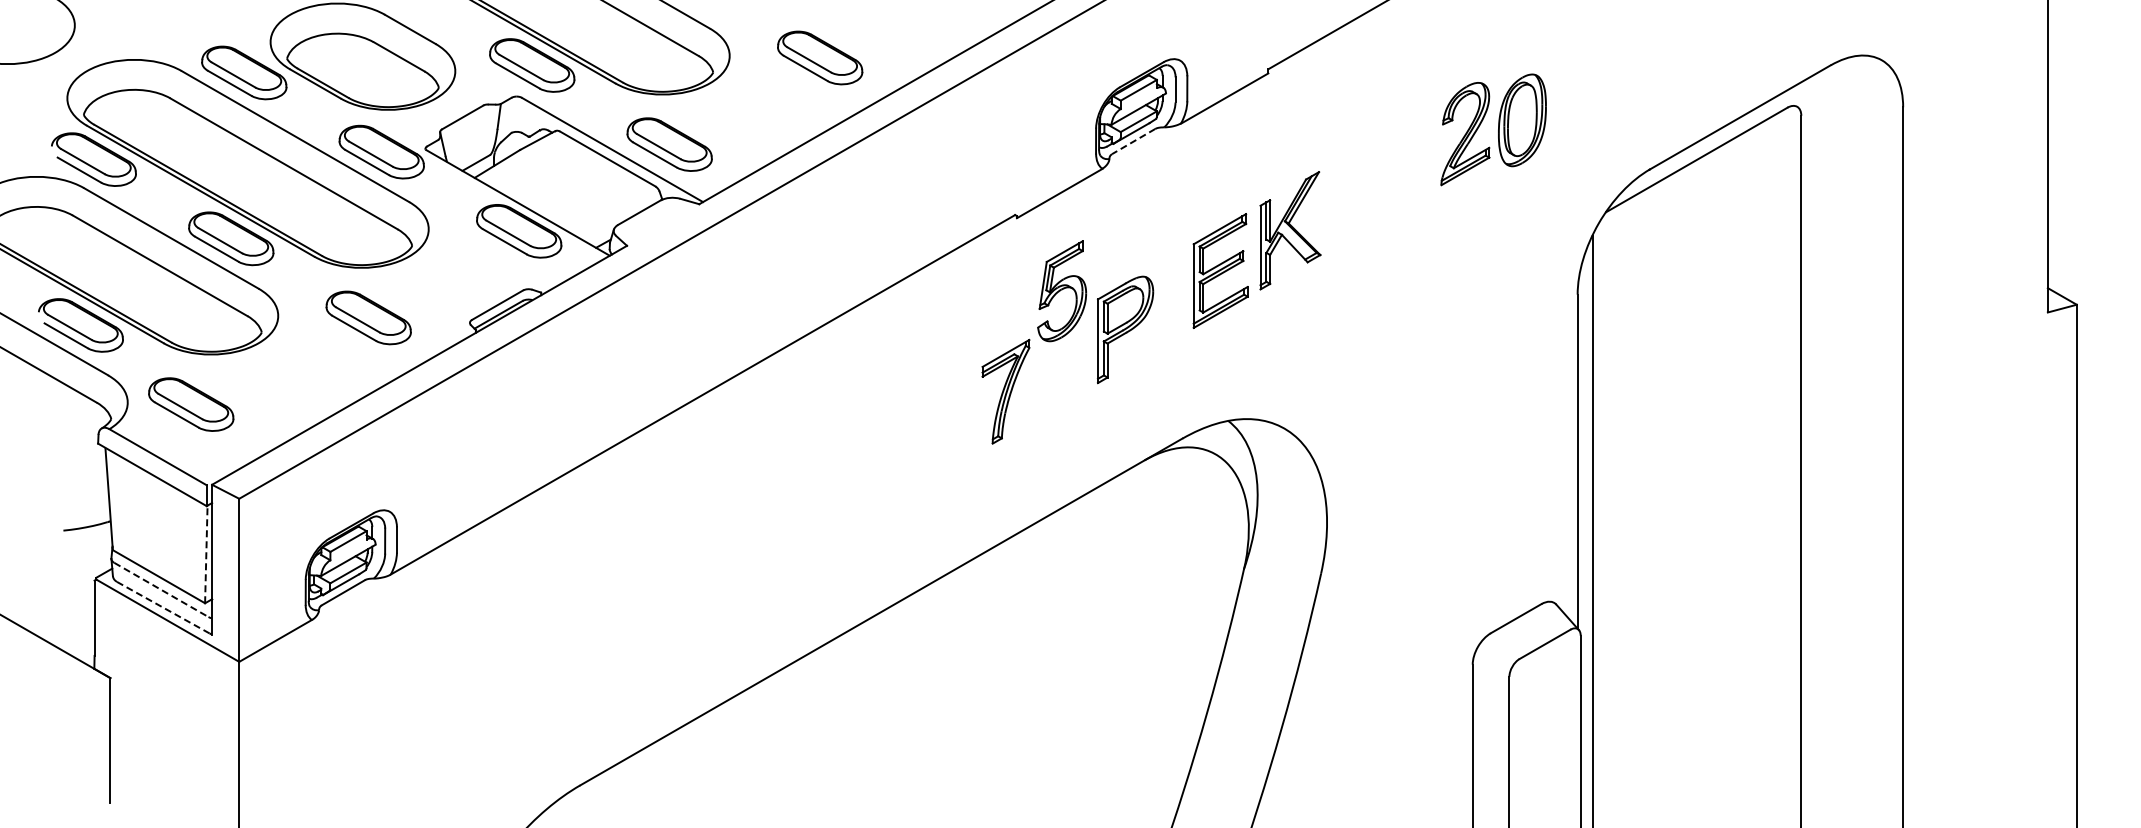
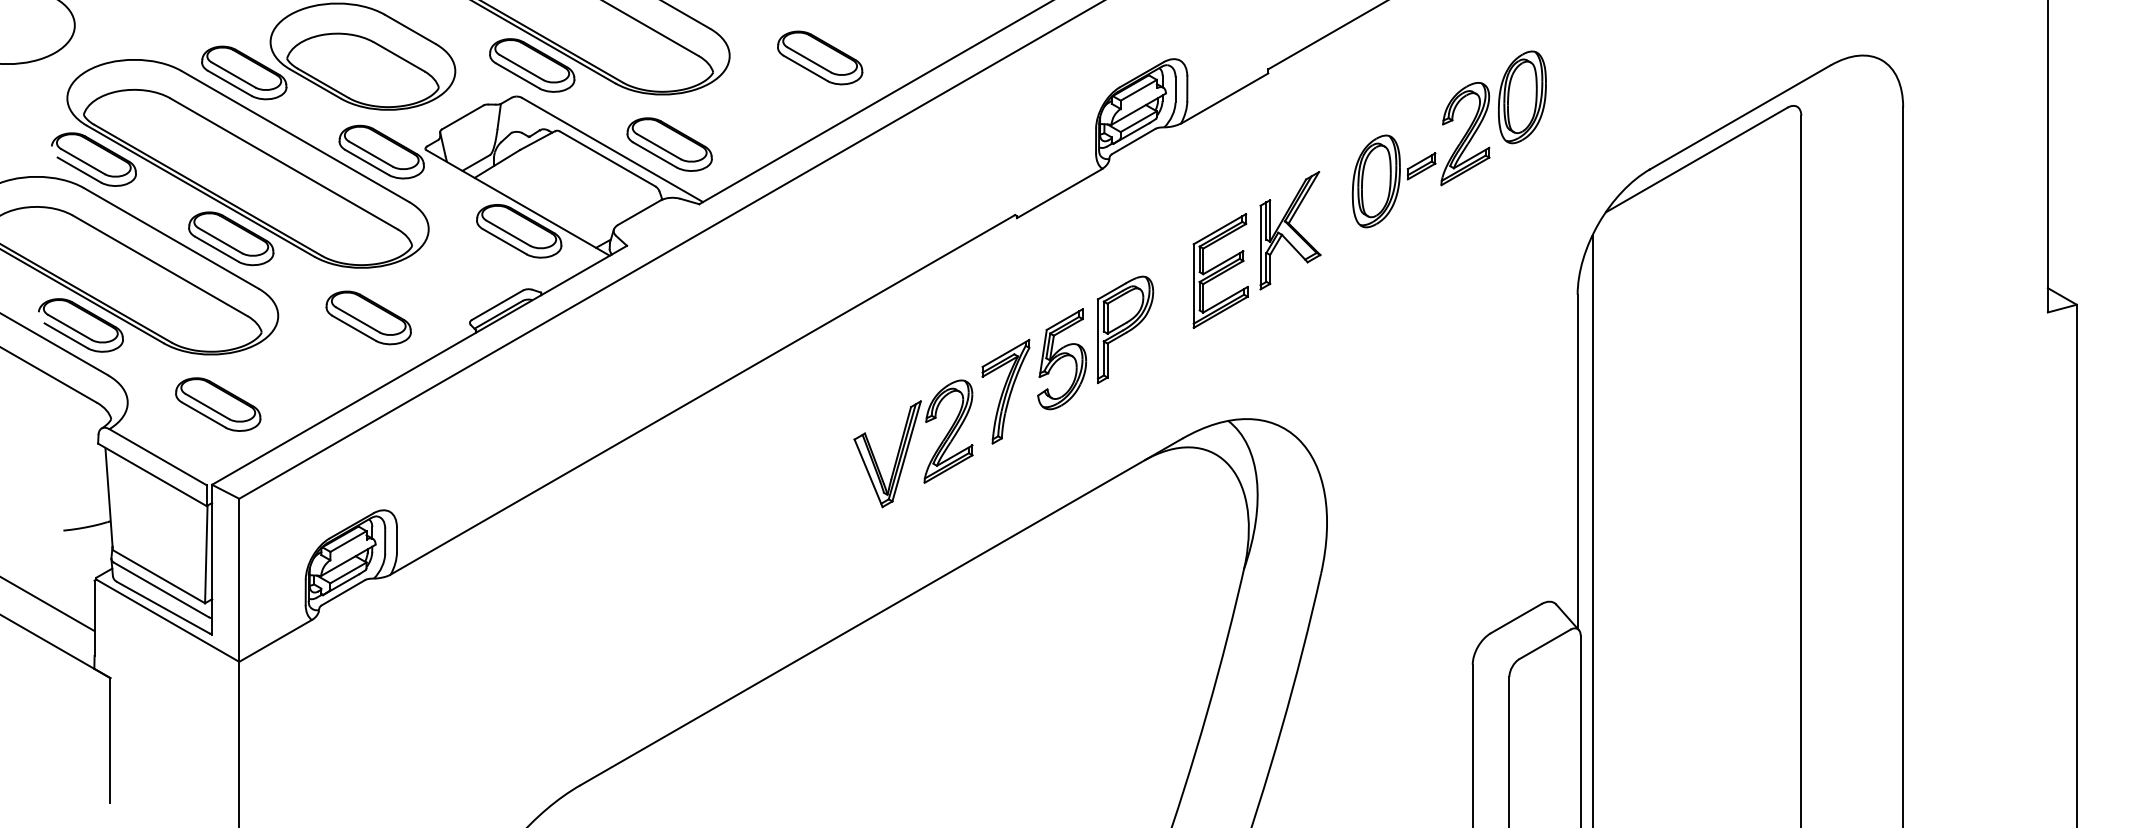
part at (1522, 120) position: (1522, 120) -> (1522, 97)
line at (1133, 141): dashed -> solid
part at (1393, 181): none -> present
part at (1061, 291) position: (1061, 291) -> (1061, 359)
part at (191, 404) position: (191, 404) -> (218, 404)
part at (913, 443): none -> present
line at (206, 554): dashed -> solid
line at (161, 590): dashed -> solid
line at (48, 604): none -> present
line at (163, 607): dashed -> solid
